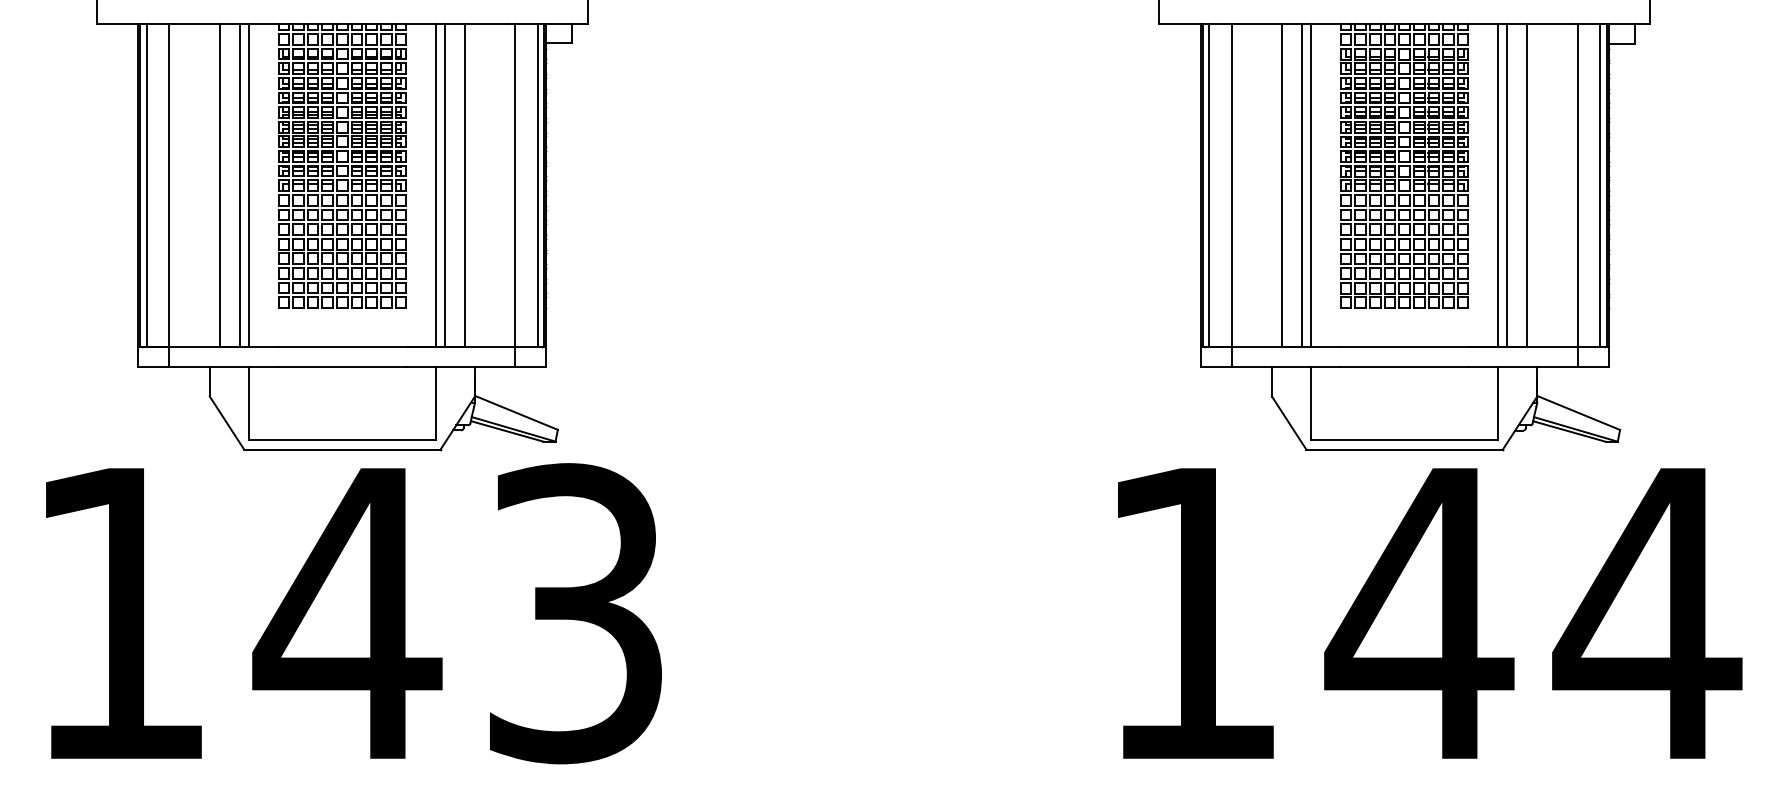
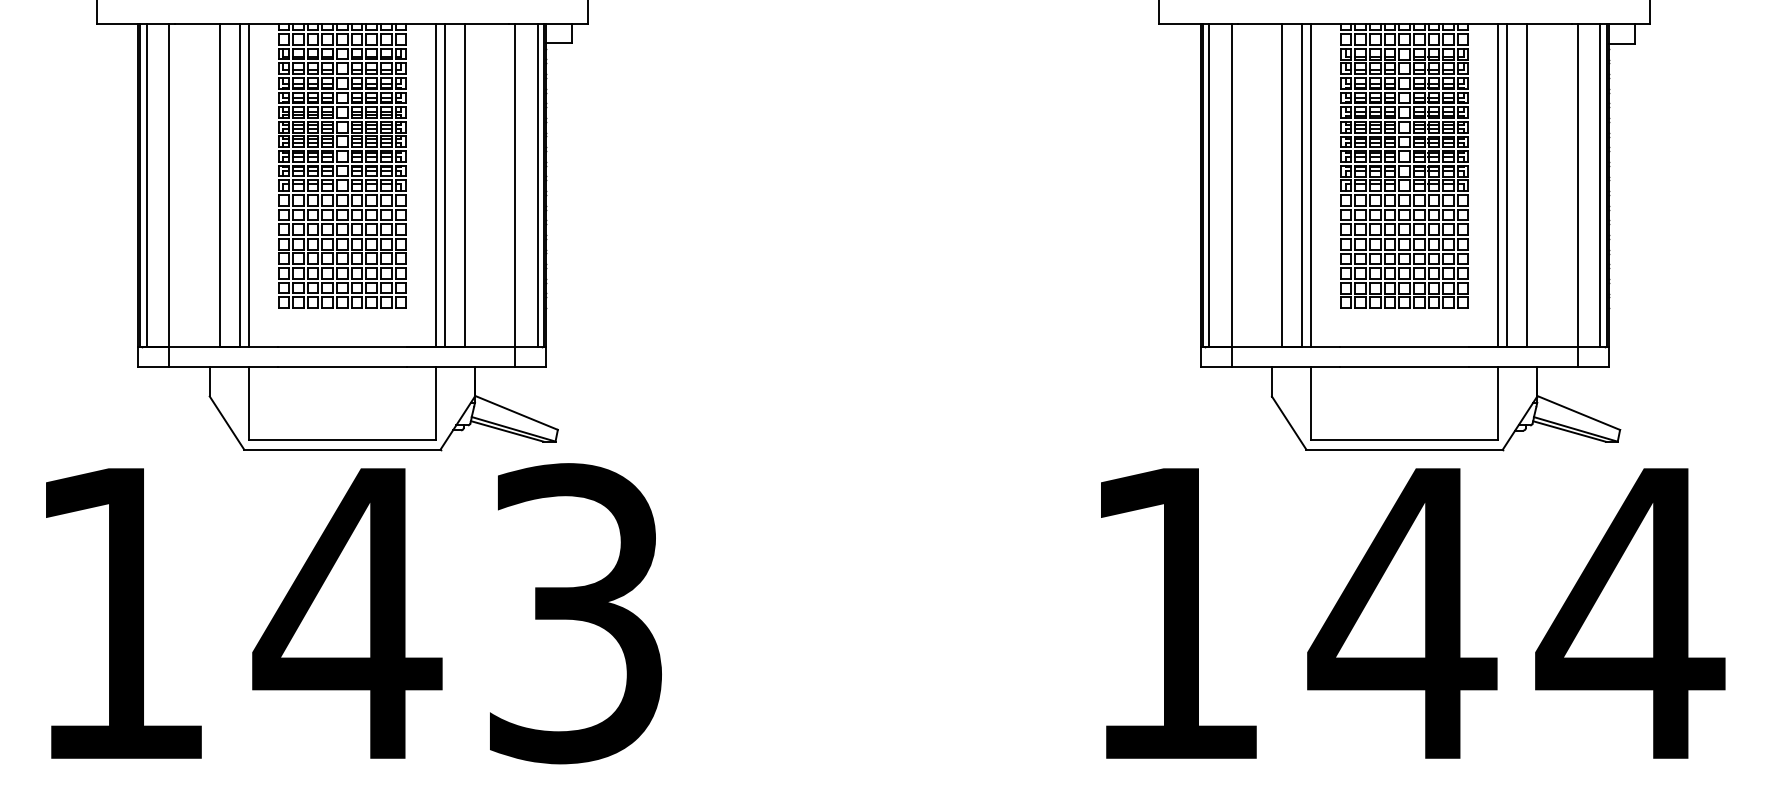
text at (1430, 613) position: (1430, 613) -> (1413, 613)
